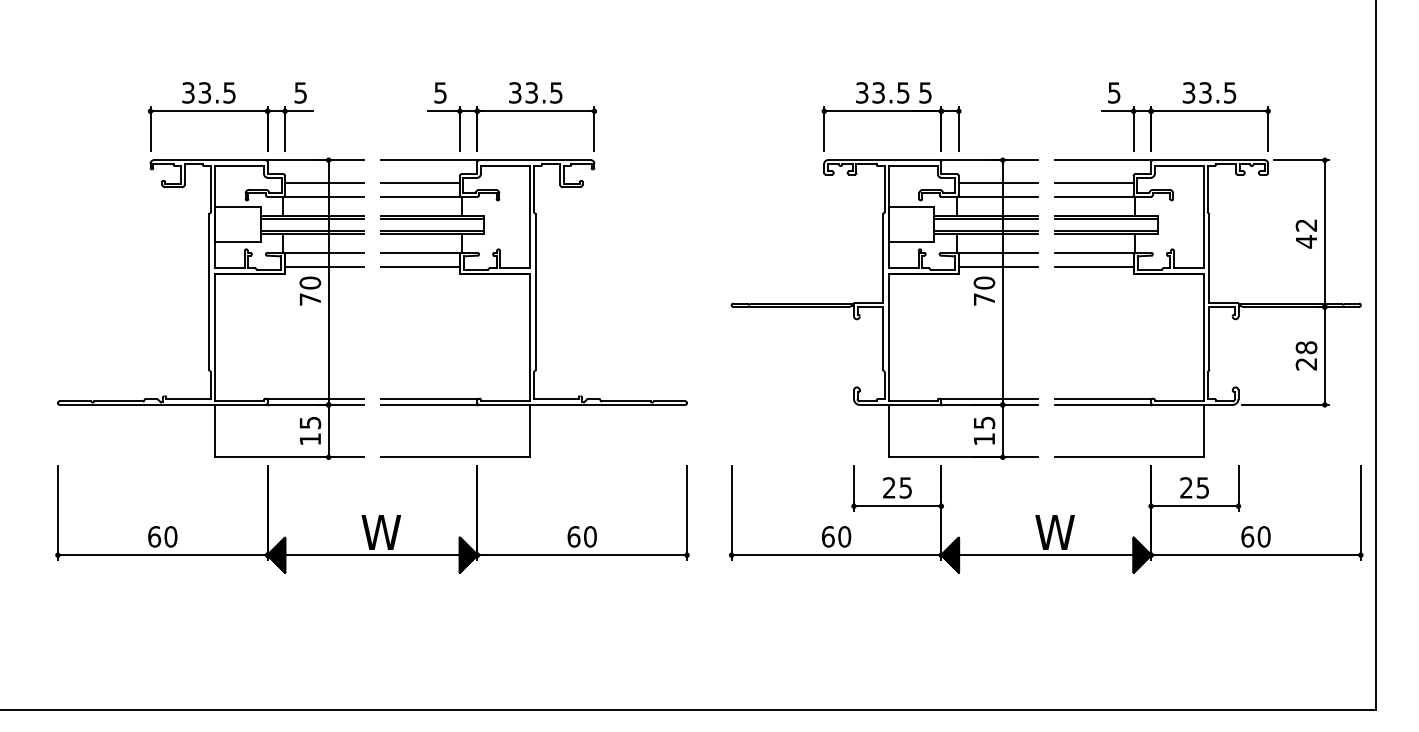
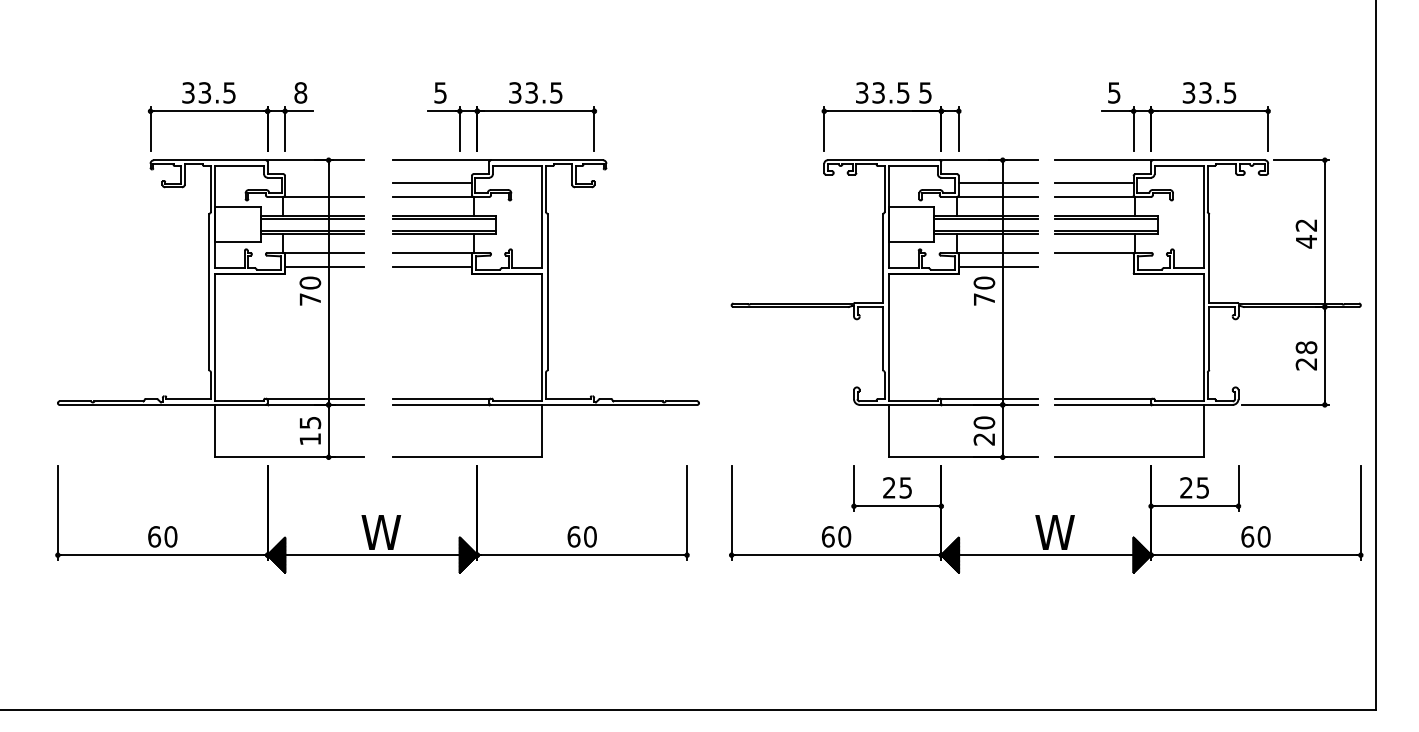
text at (300, 92): 5 -> 8
line at (324, 182): present -> none
line at (1093, 266): present -> none
part at (533, 308) position: (533, 308) -> (545, 308)
text at (984, 430): 15 -> 20
